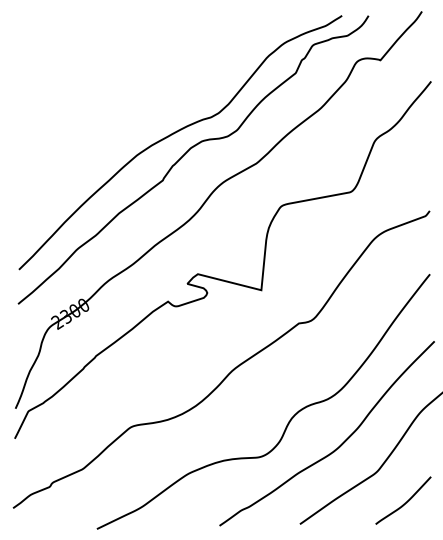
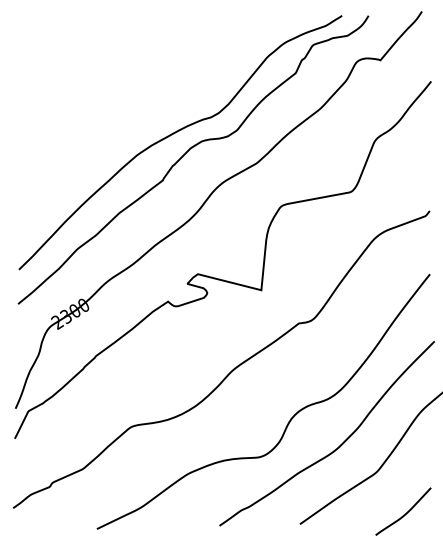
curve at (405, 502) position: (405, 502) -> (405, 513)
